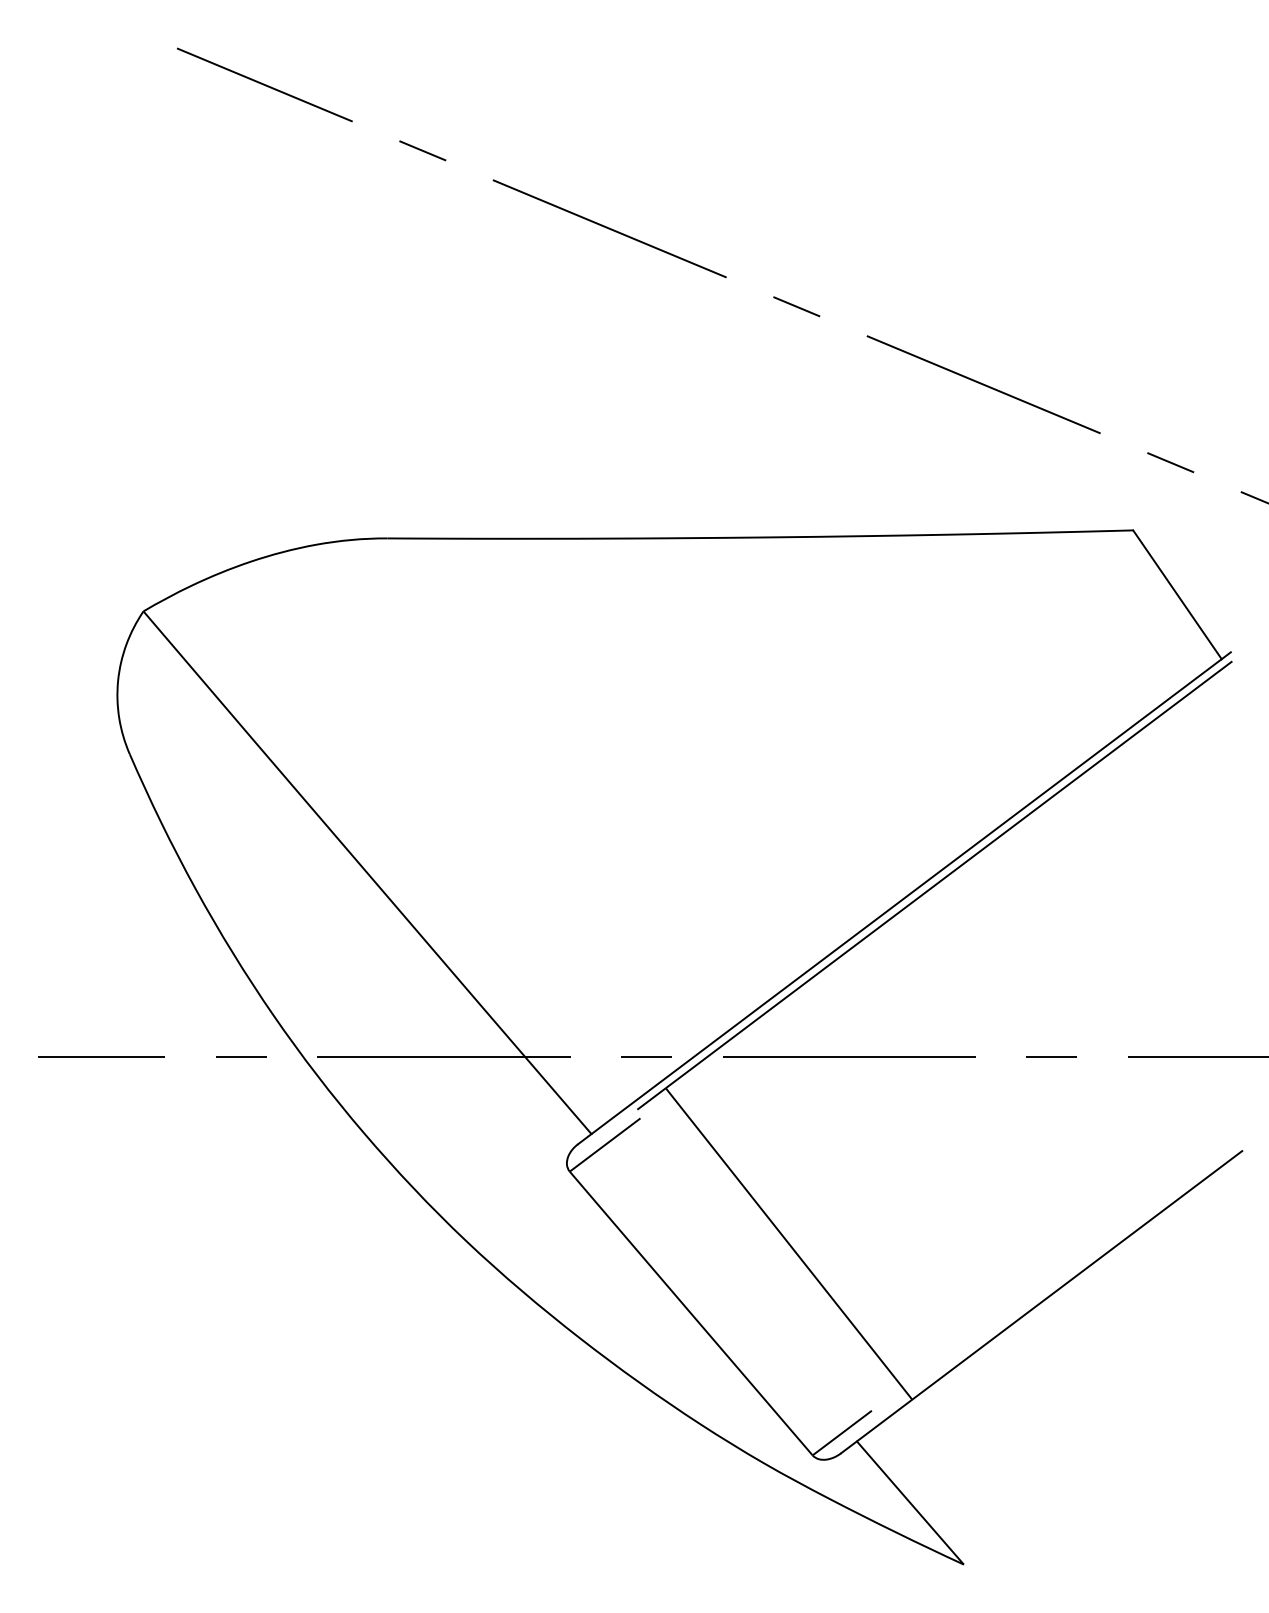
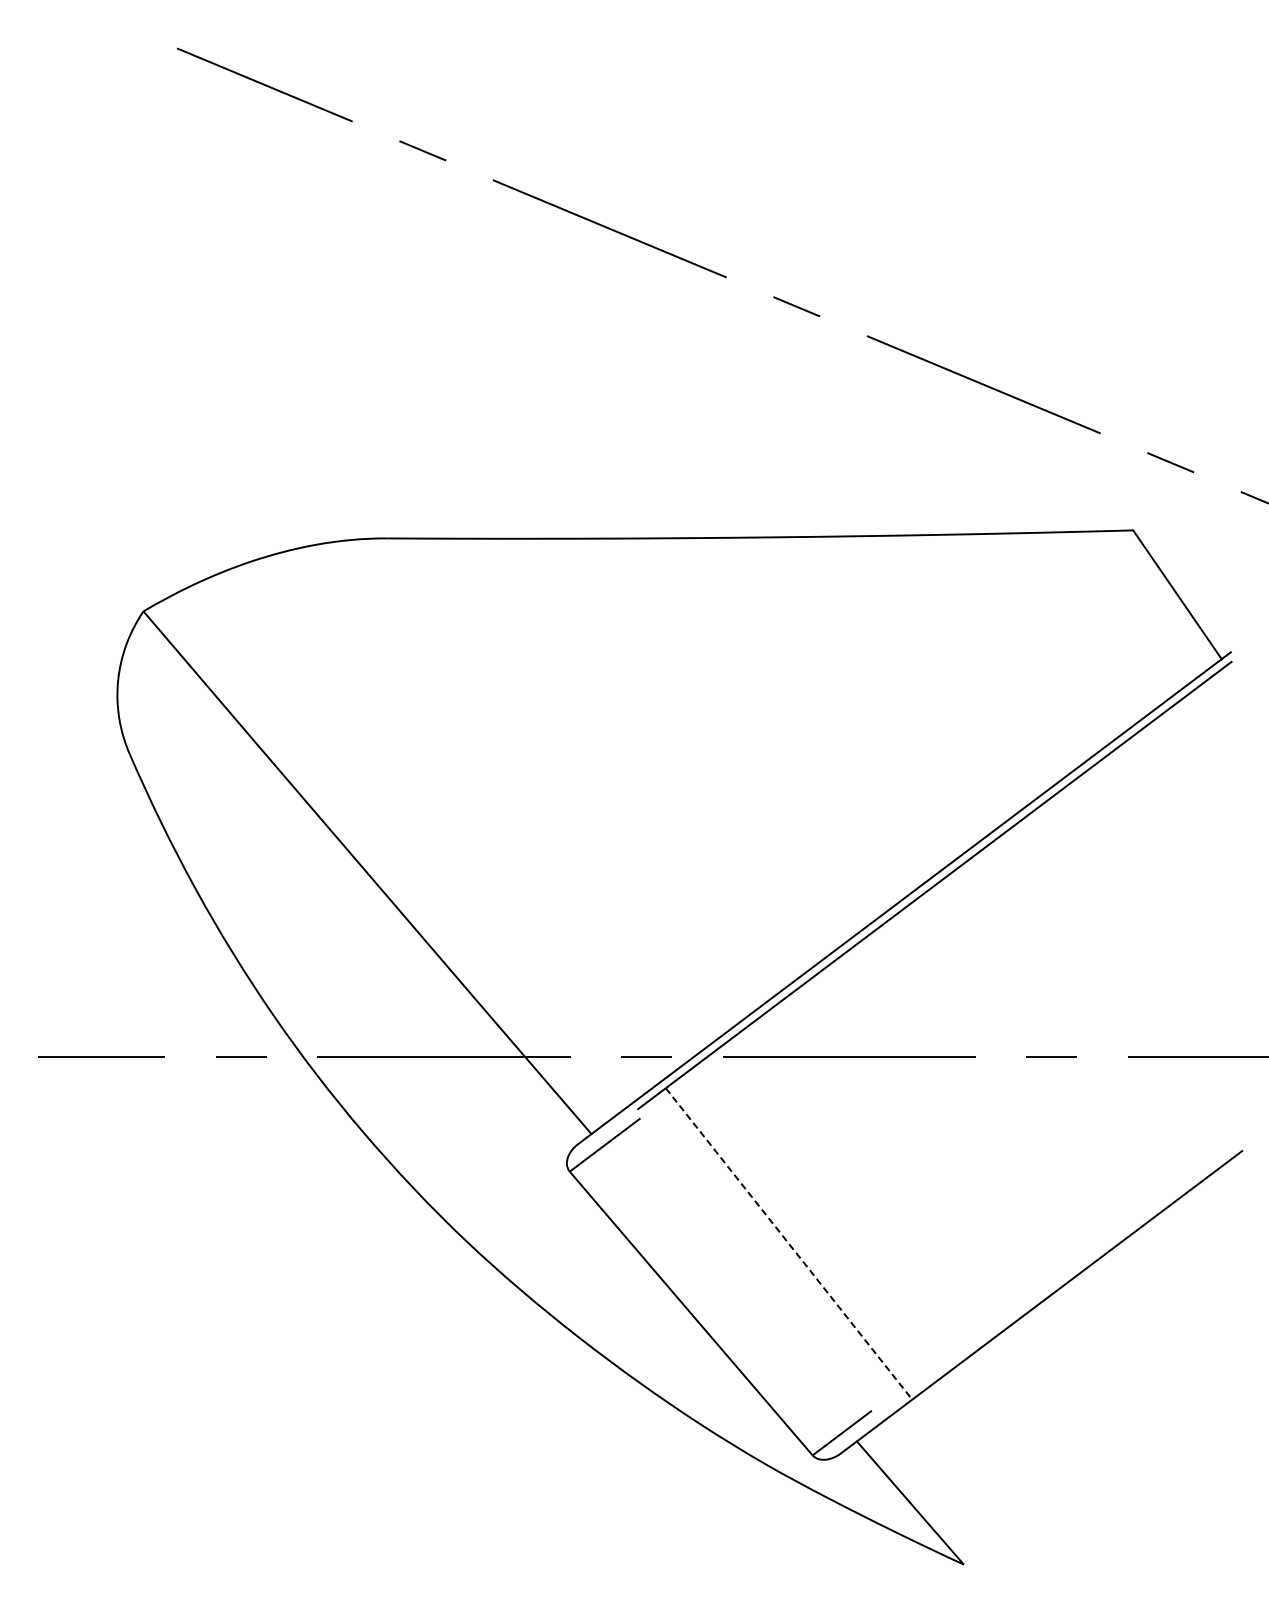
line at (789, 1244): solid -> dashed
